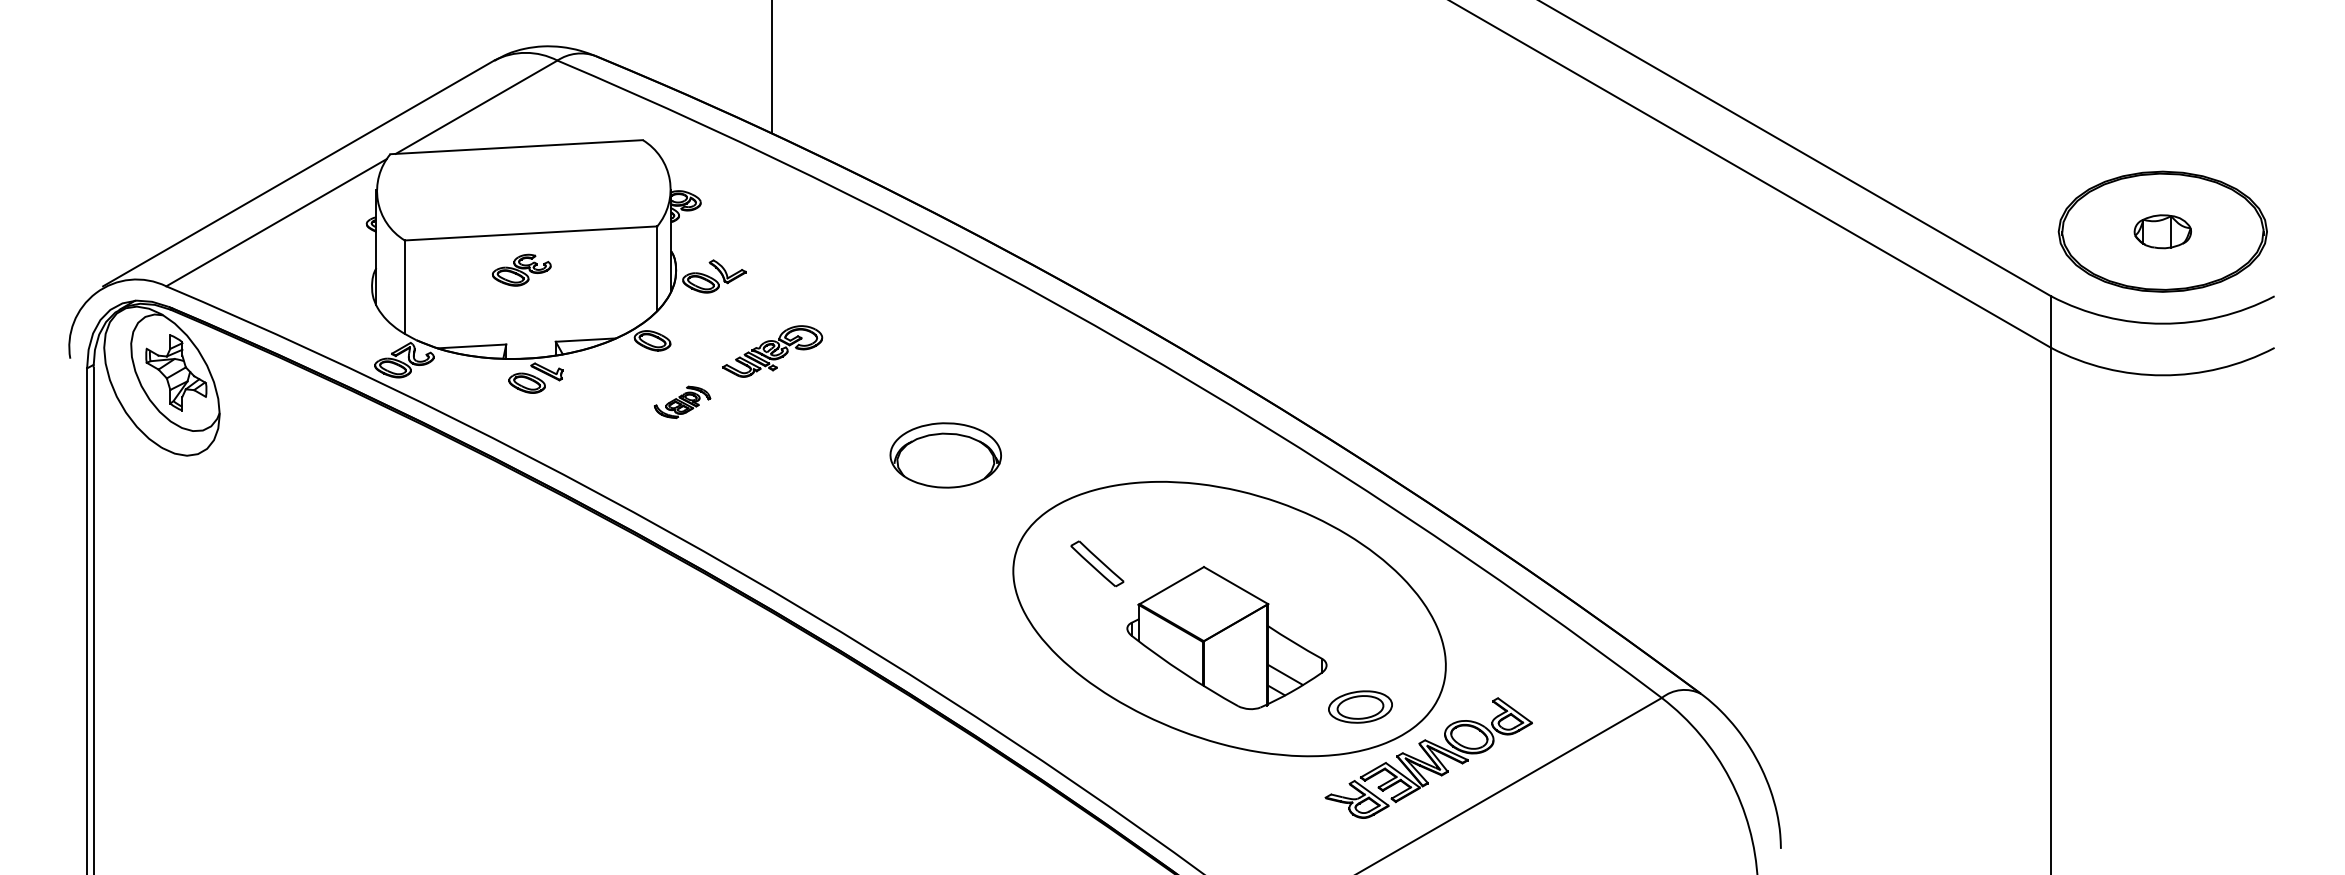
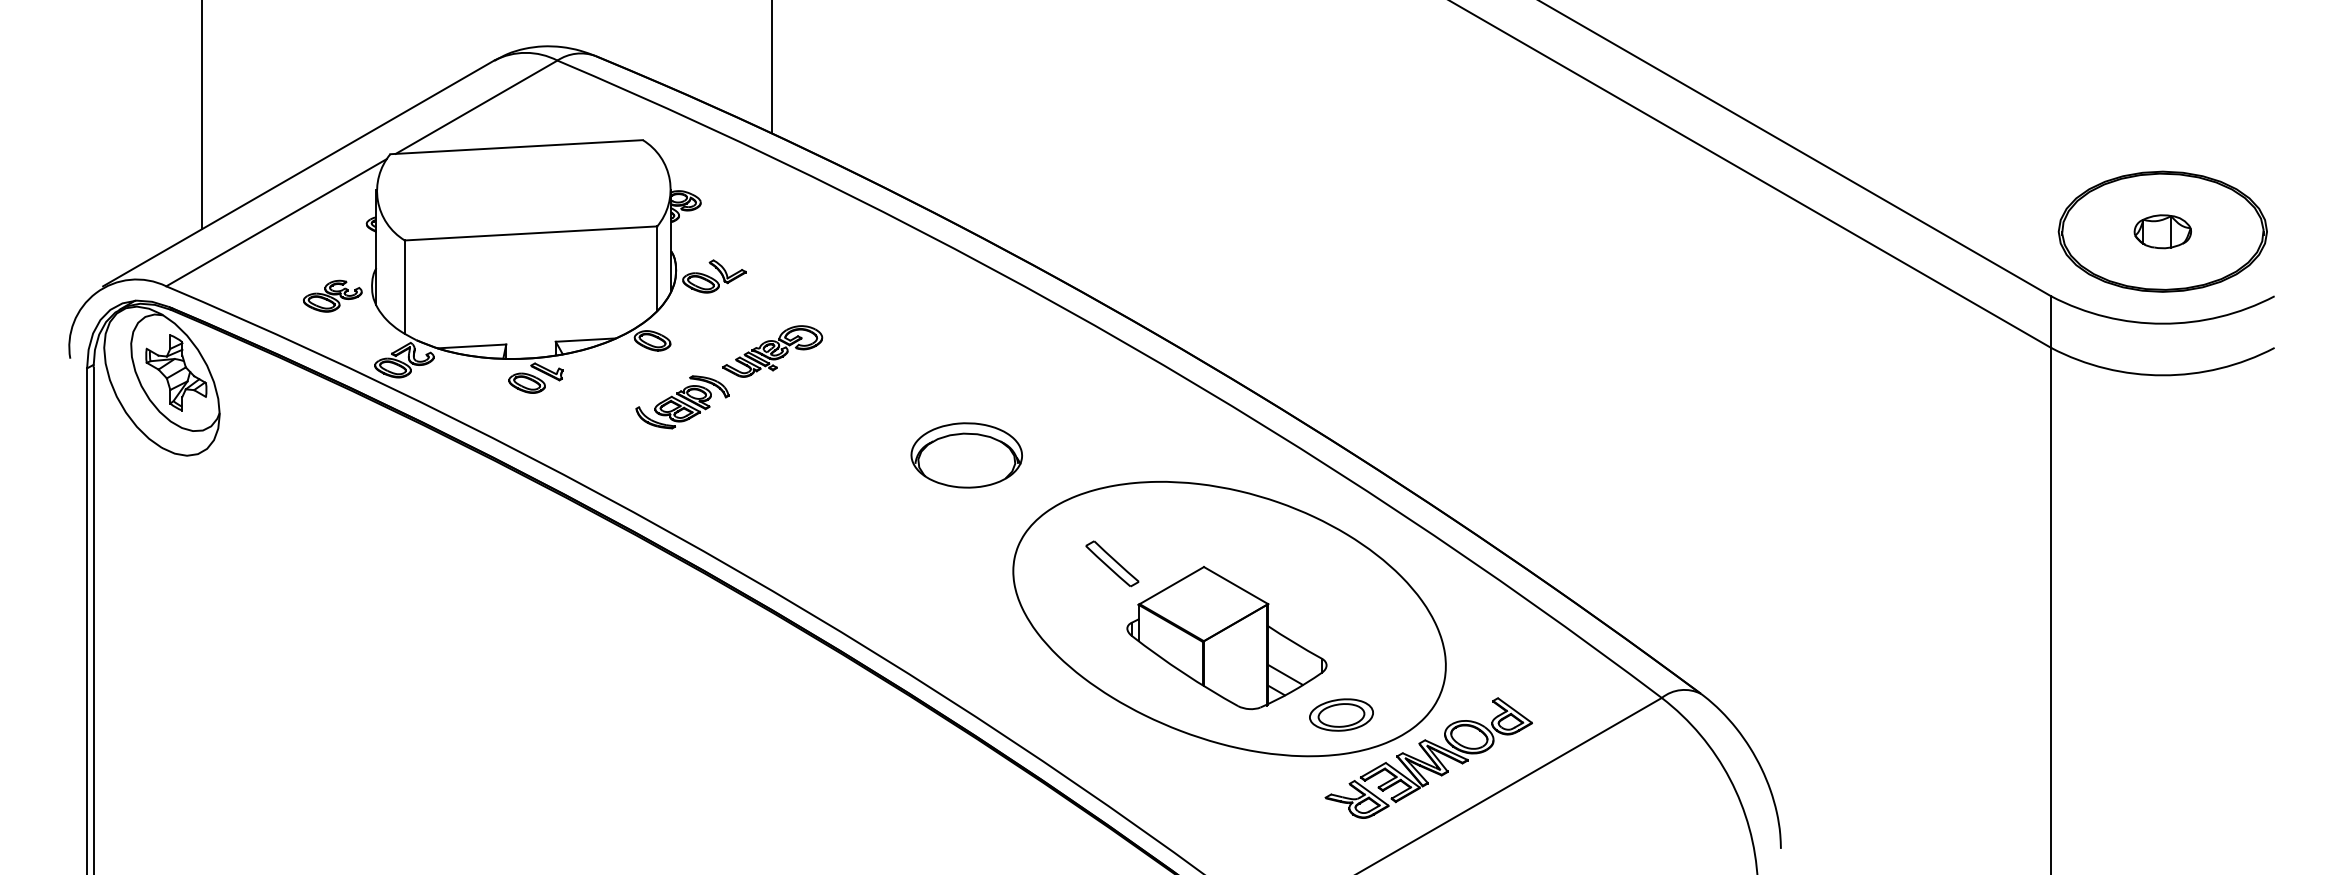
line at (201, 115): none -> present
part at (521, 269) position: (521, 269) -> (332, 295)
part at (682, 402) size: 58x35 px -> 95x55 px
part at (945, 455) position: (945, 455) -> (966, 455)
part at (1097, 563) position: (1097, 563) -> (1112, 563)
part at (1360, 706) position: (1360, 706) -> (1341, 714)
